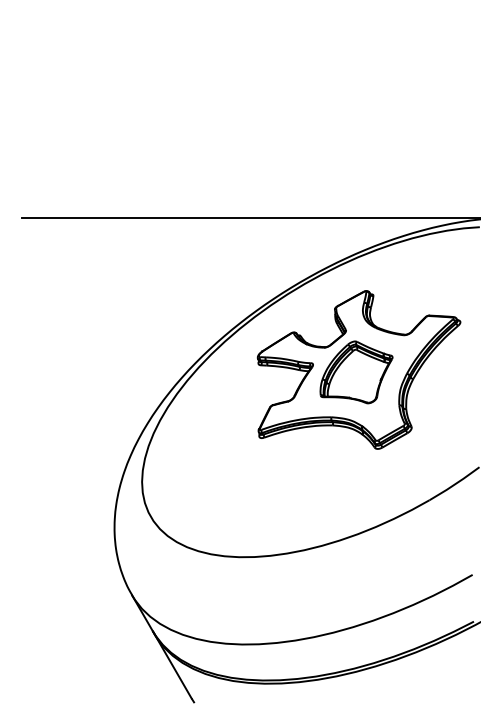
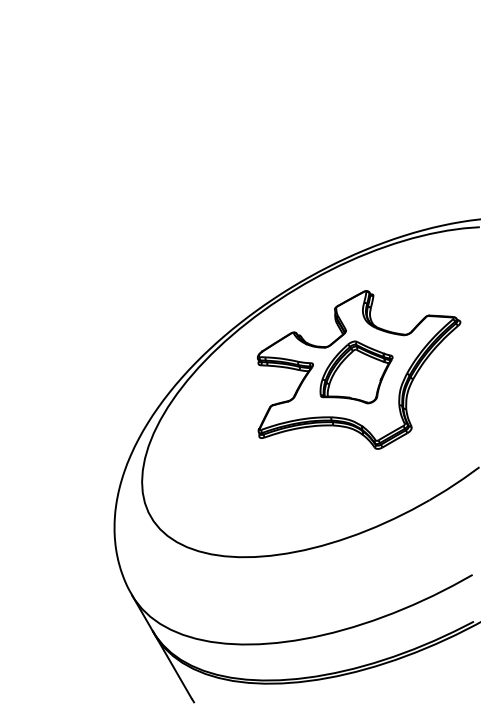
line at (249, 217): present -> none
